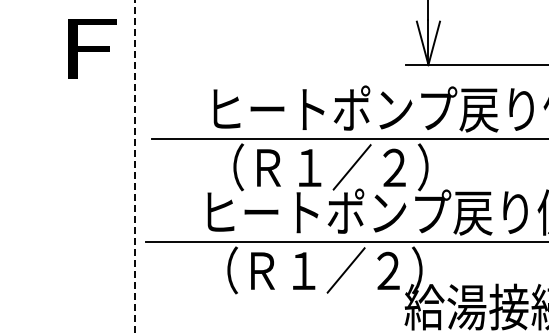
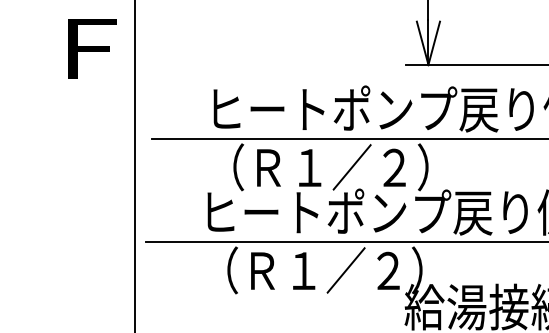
line at (134, 166): dashed -> solid
